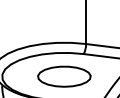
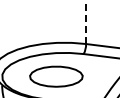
line at (86, 22): solid -> dashed
part at (64, 76) position: (64, 76) -> (56, 76)
